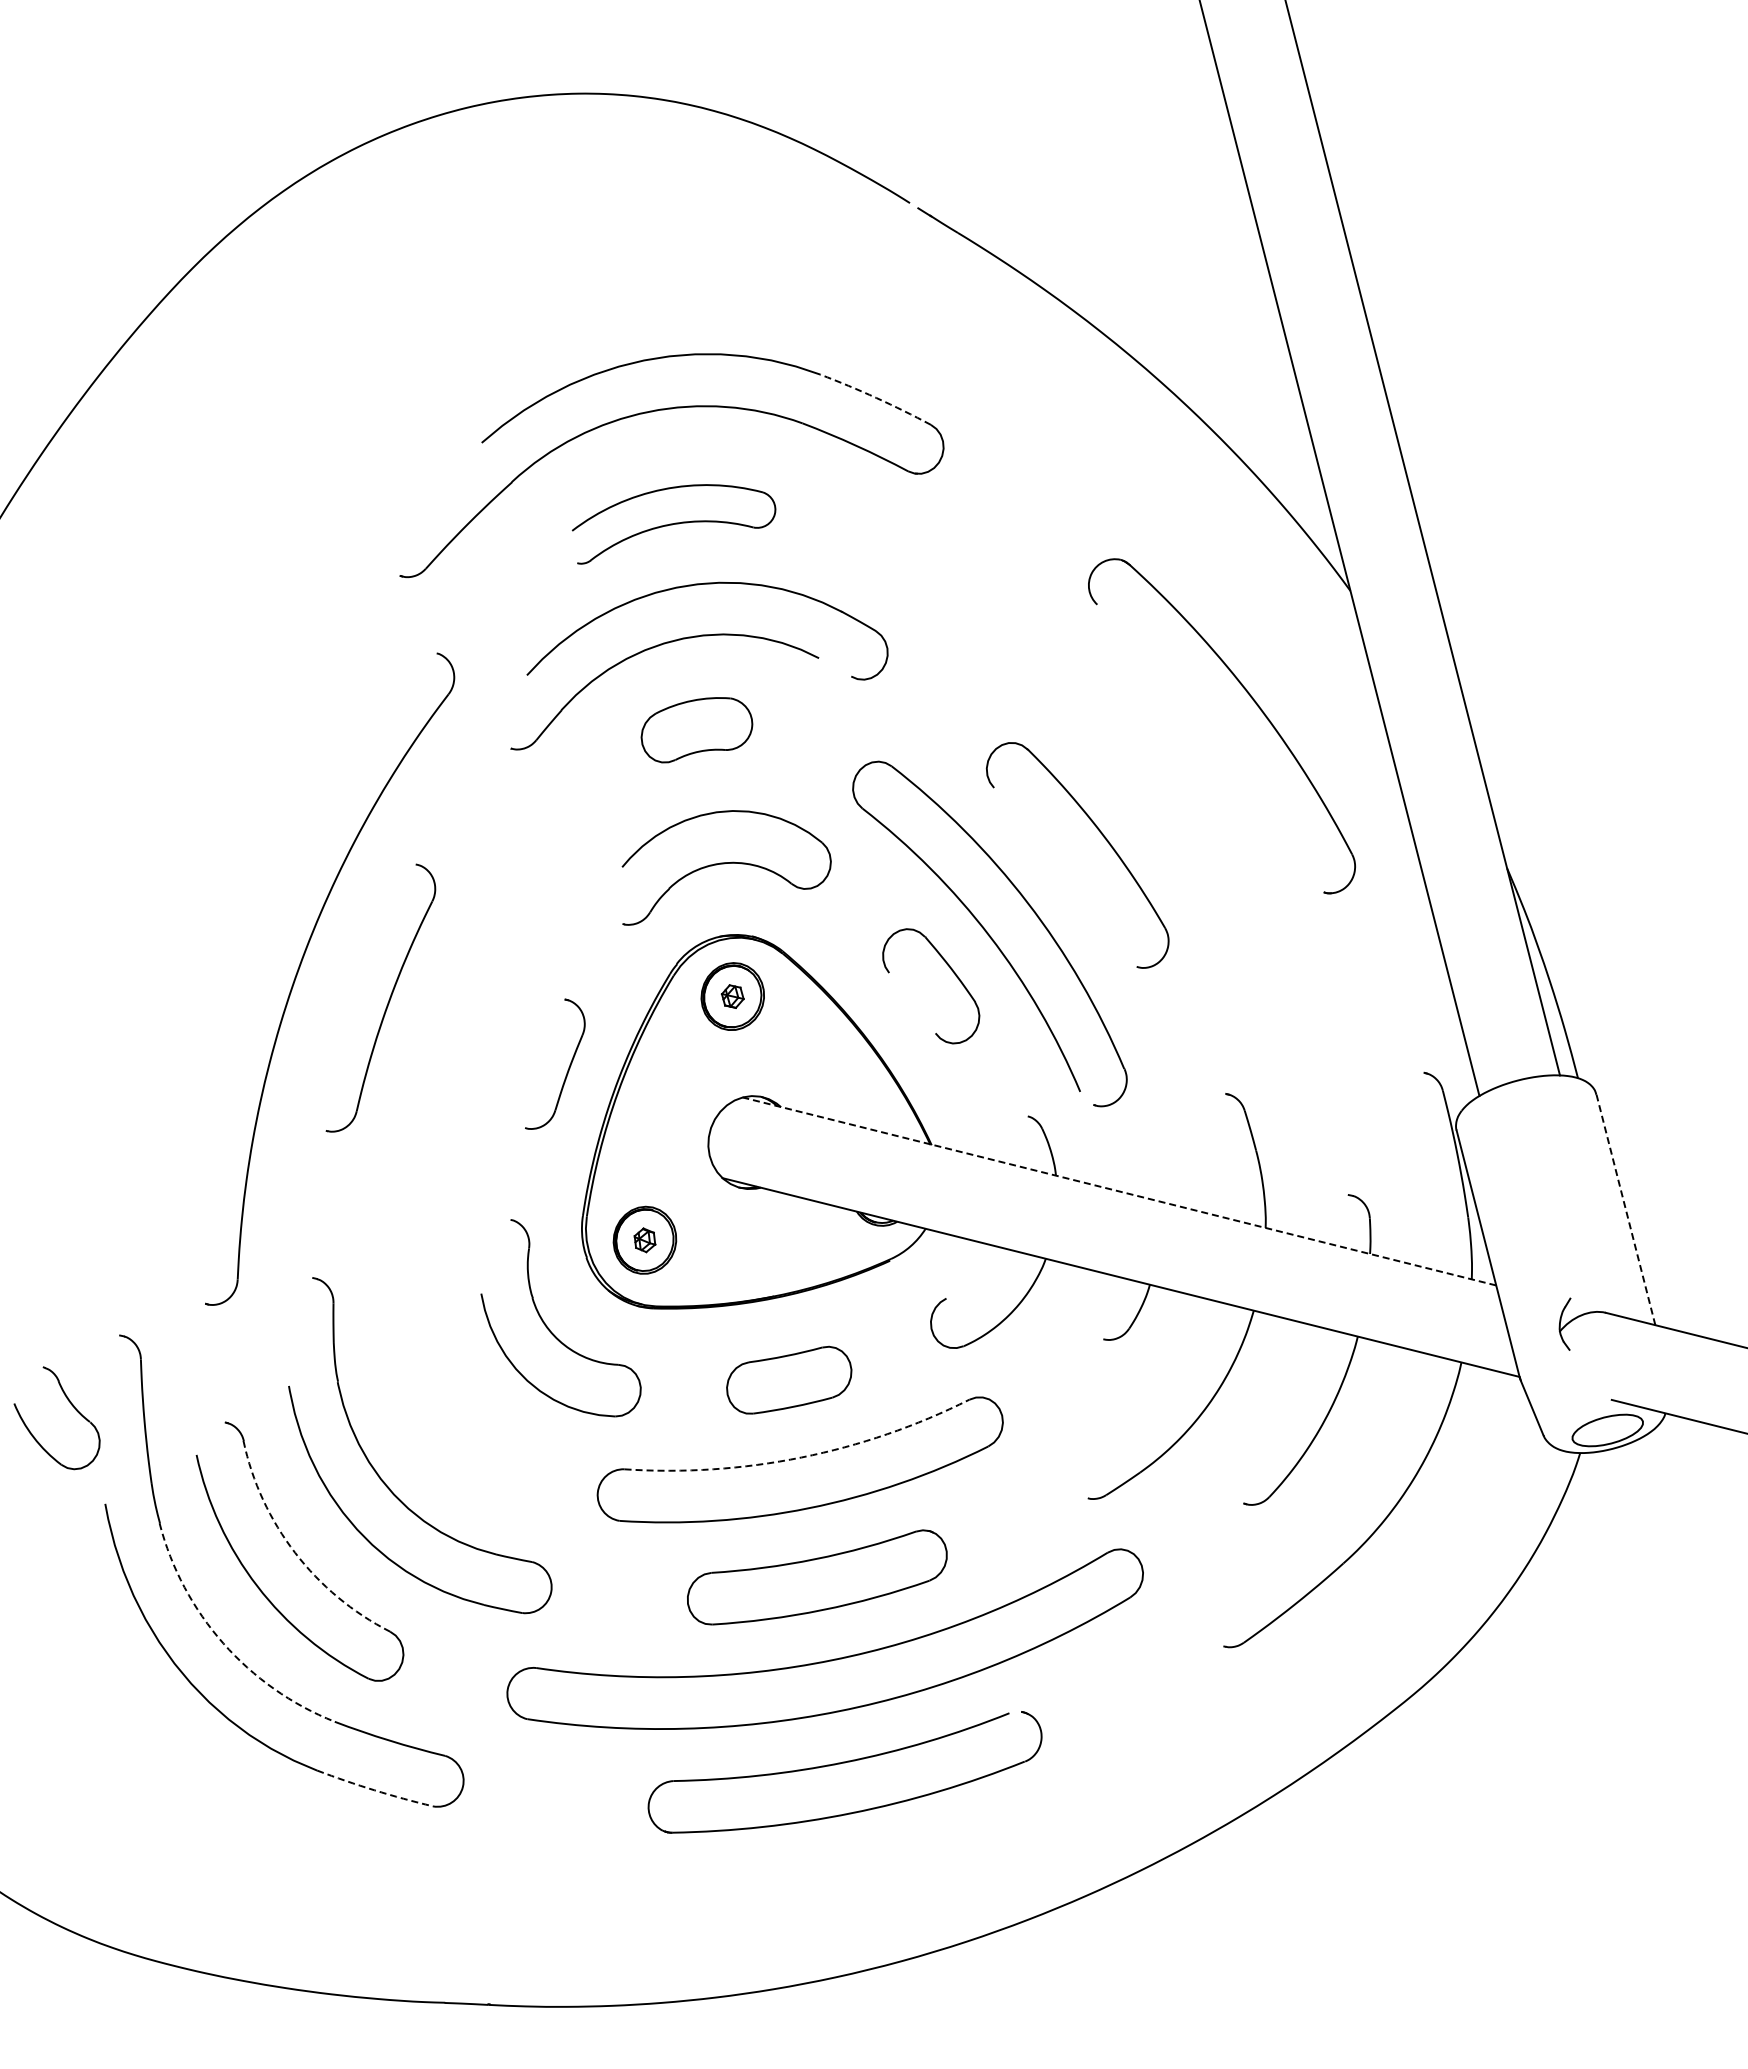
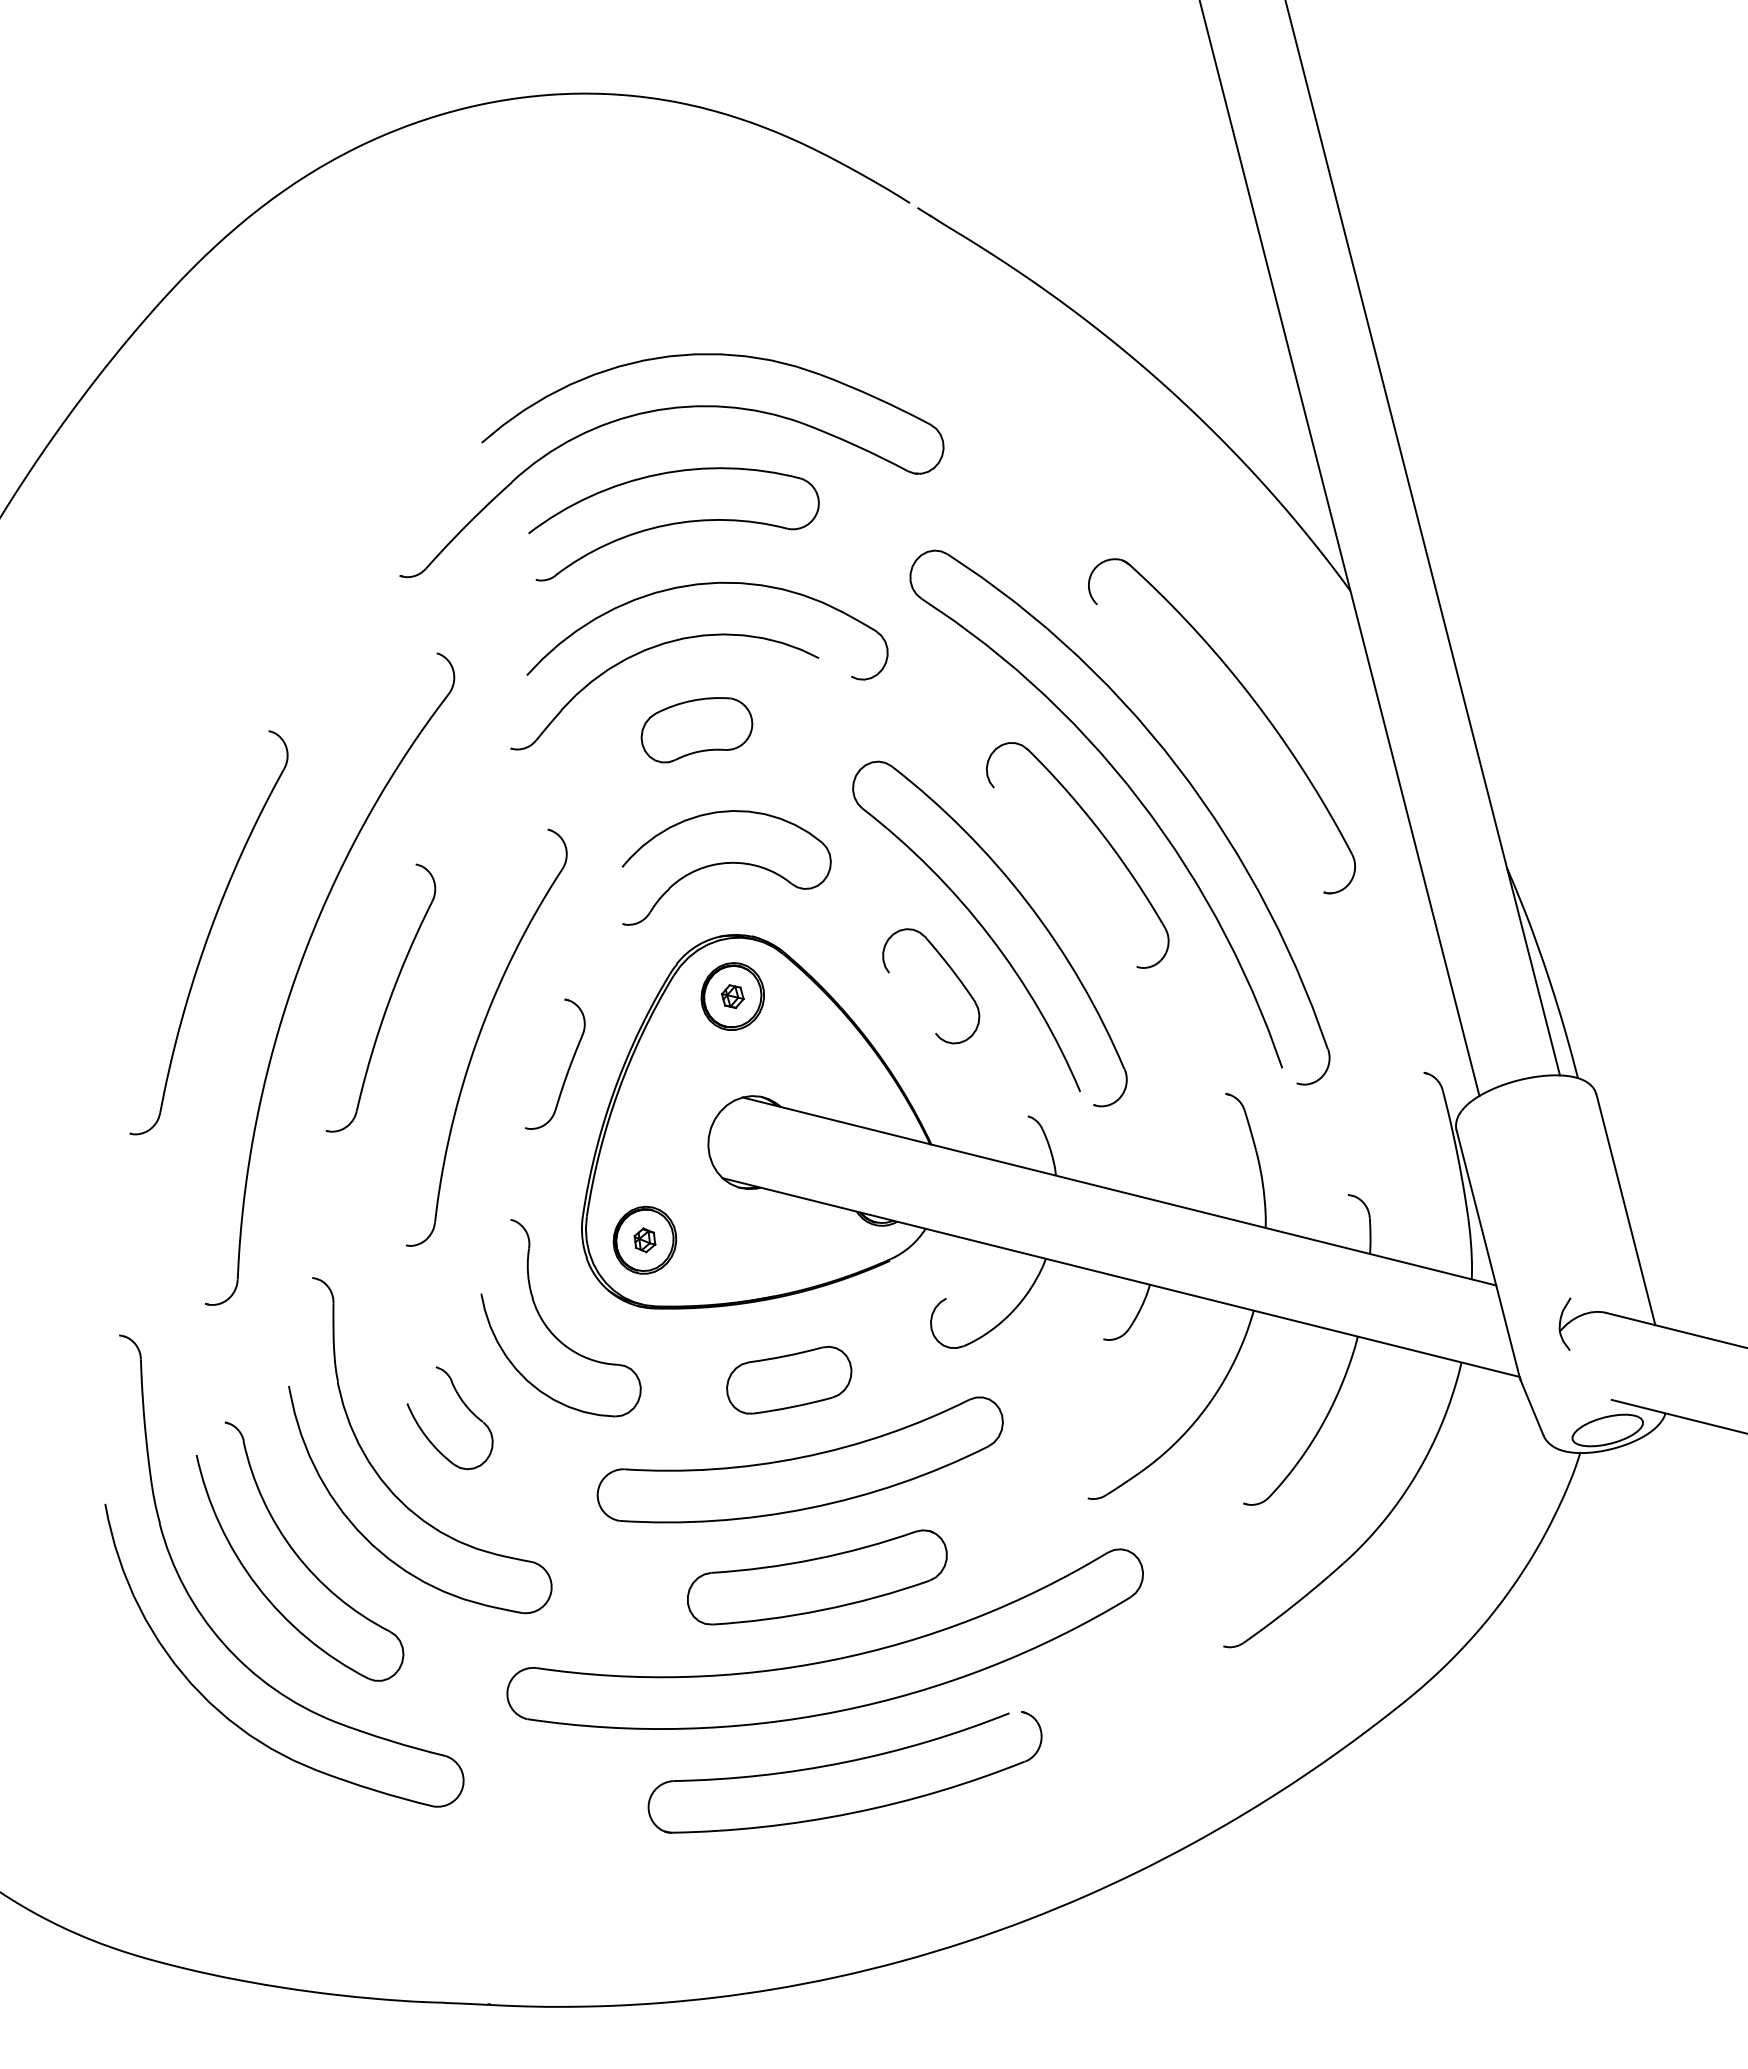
arc at (876, 397): dashed -> solid
part at (673, 524) size: 206x81 px -> 292x115 px
part at (1140, 803): none -> present
part at (208, 932): none -> present
part at (480, 1034): none -> present
line at (1118, 1191): dashed -> solid
line at (1625, 1209): dashed -> solid
part at (70, 1404) position: (70, 1404) -> (463, 1404)
arc at (801, 1457): dashed -> solid
arc at (295, 1552): dashed -> solid
arc at (223, 1643): dashed -> solid
arc at (374, 1790): dashed -> solid
